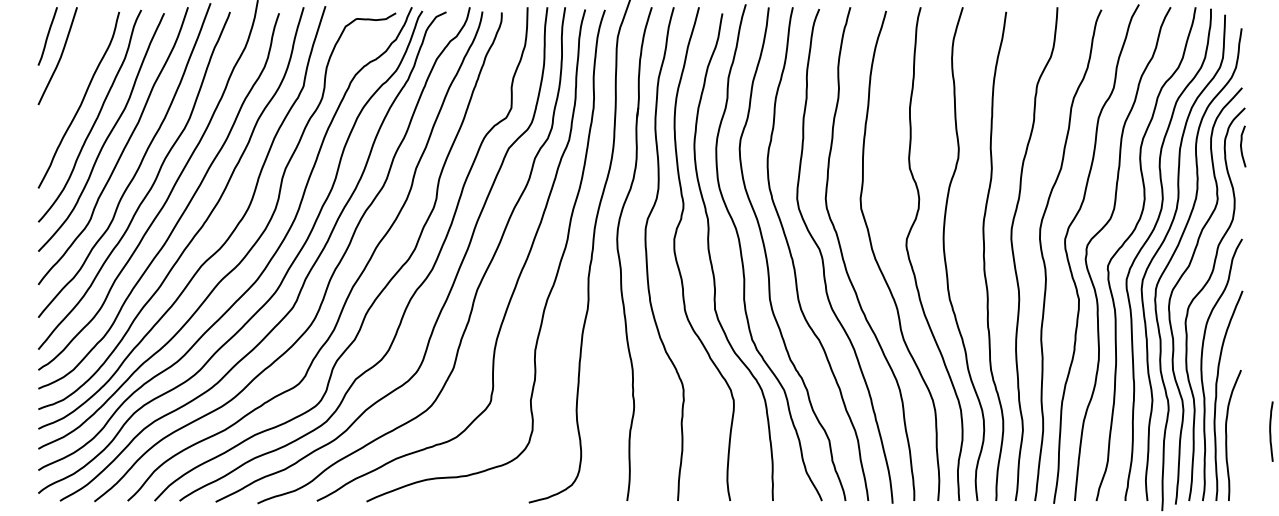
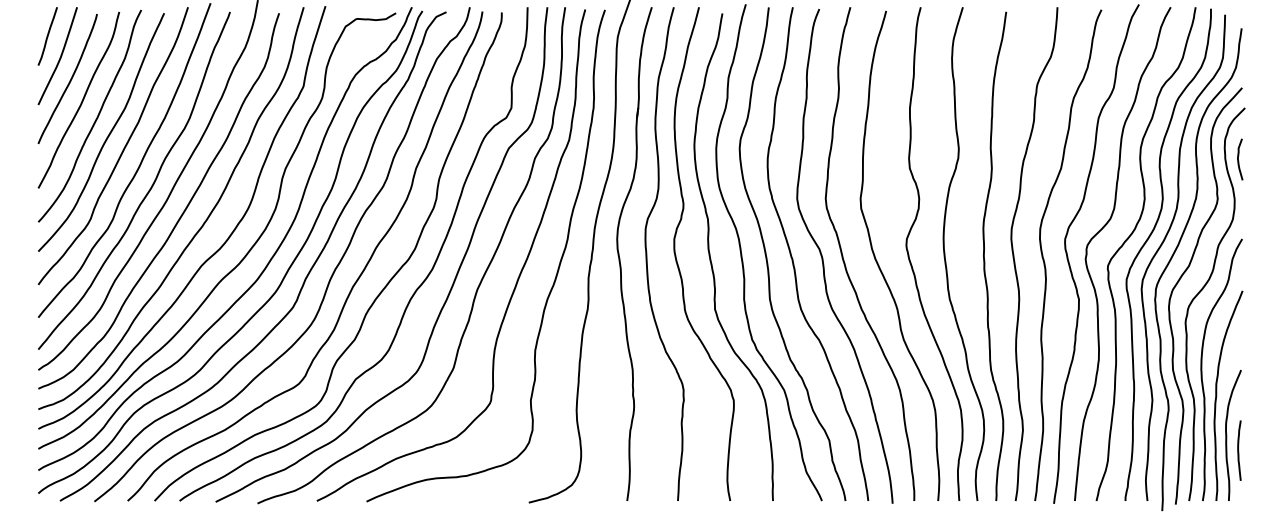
curve at (69, 80): none -> present
curve at (1241, 146) position: (1241, 146) -> (1238, 159)
curve at (1270, 431) position: (1270, 431) -> (1238, 450)
